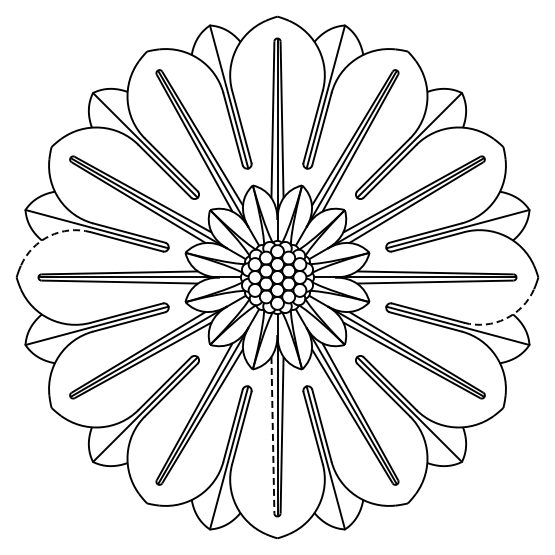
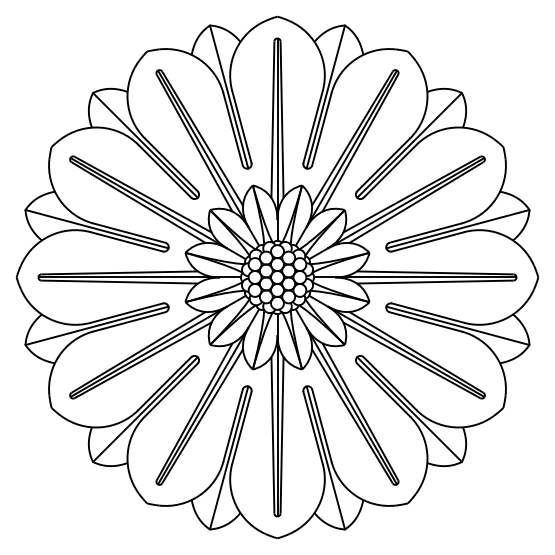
arc at (49, 236): dashed -> solid
arc at (505, 318): dashed -> solid
line at (272, 435): dashed -> solid
